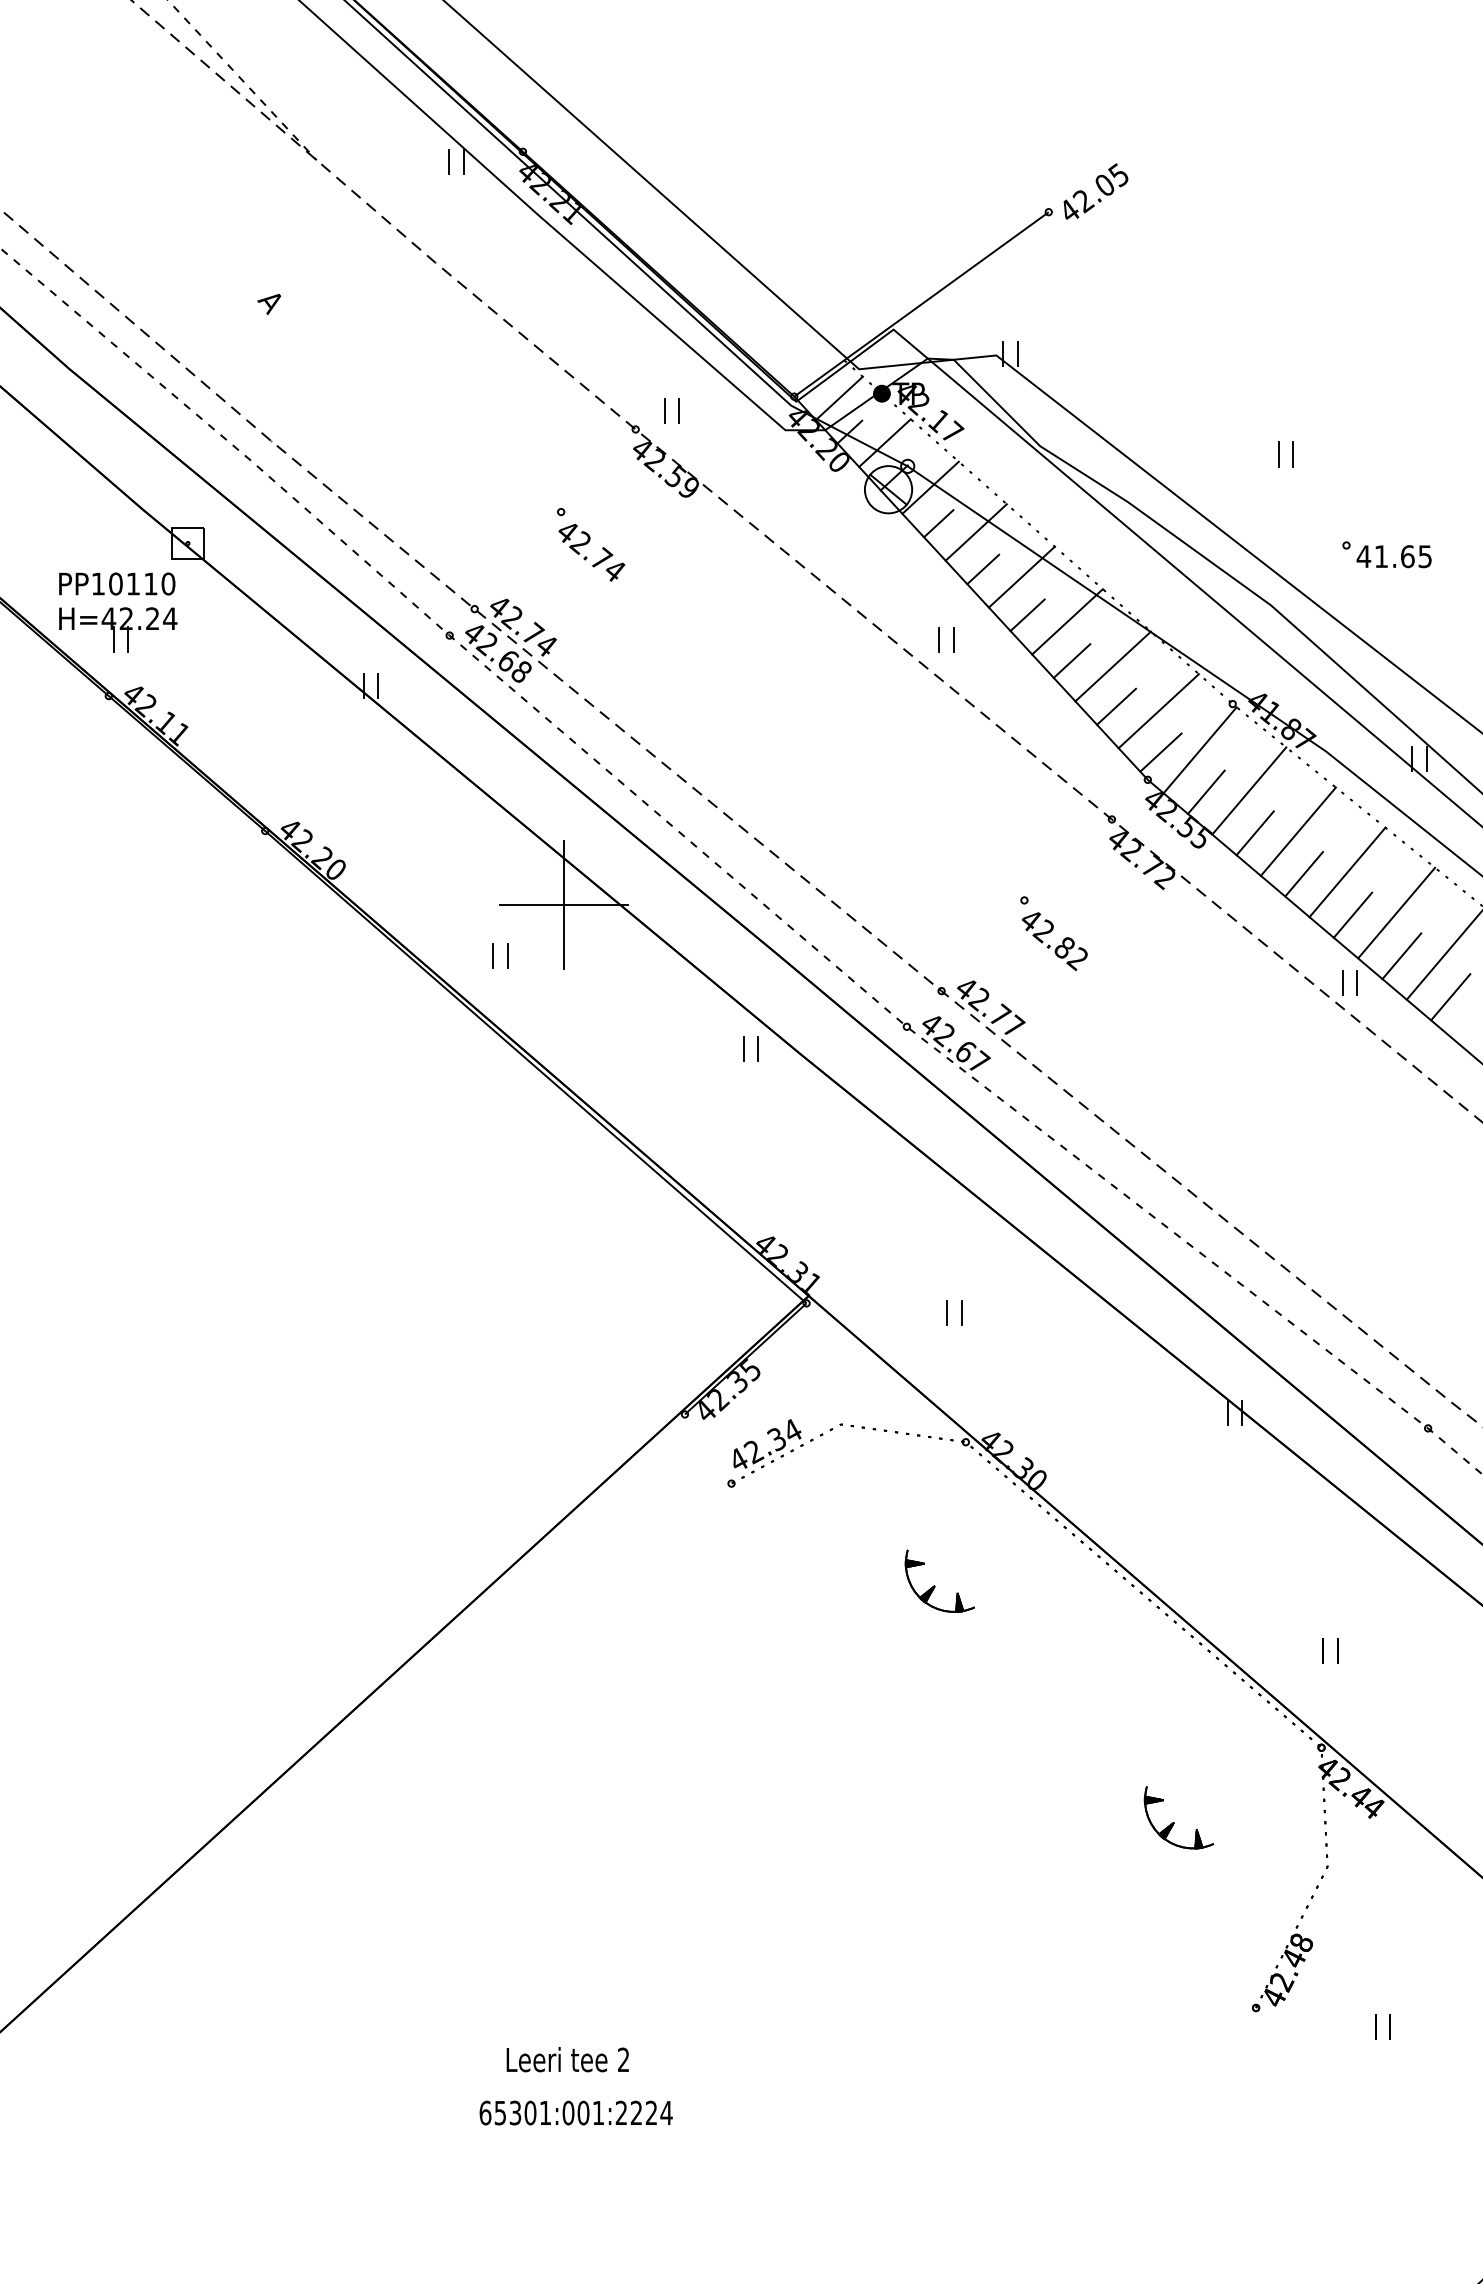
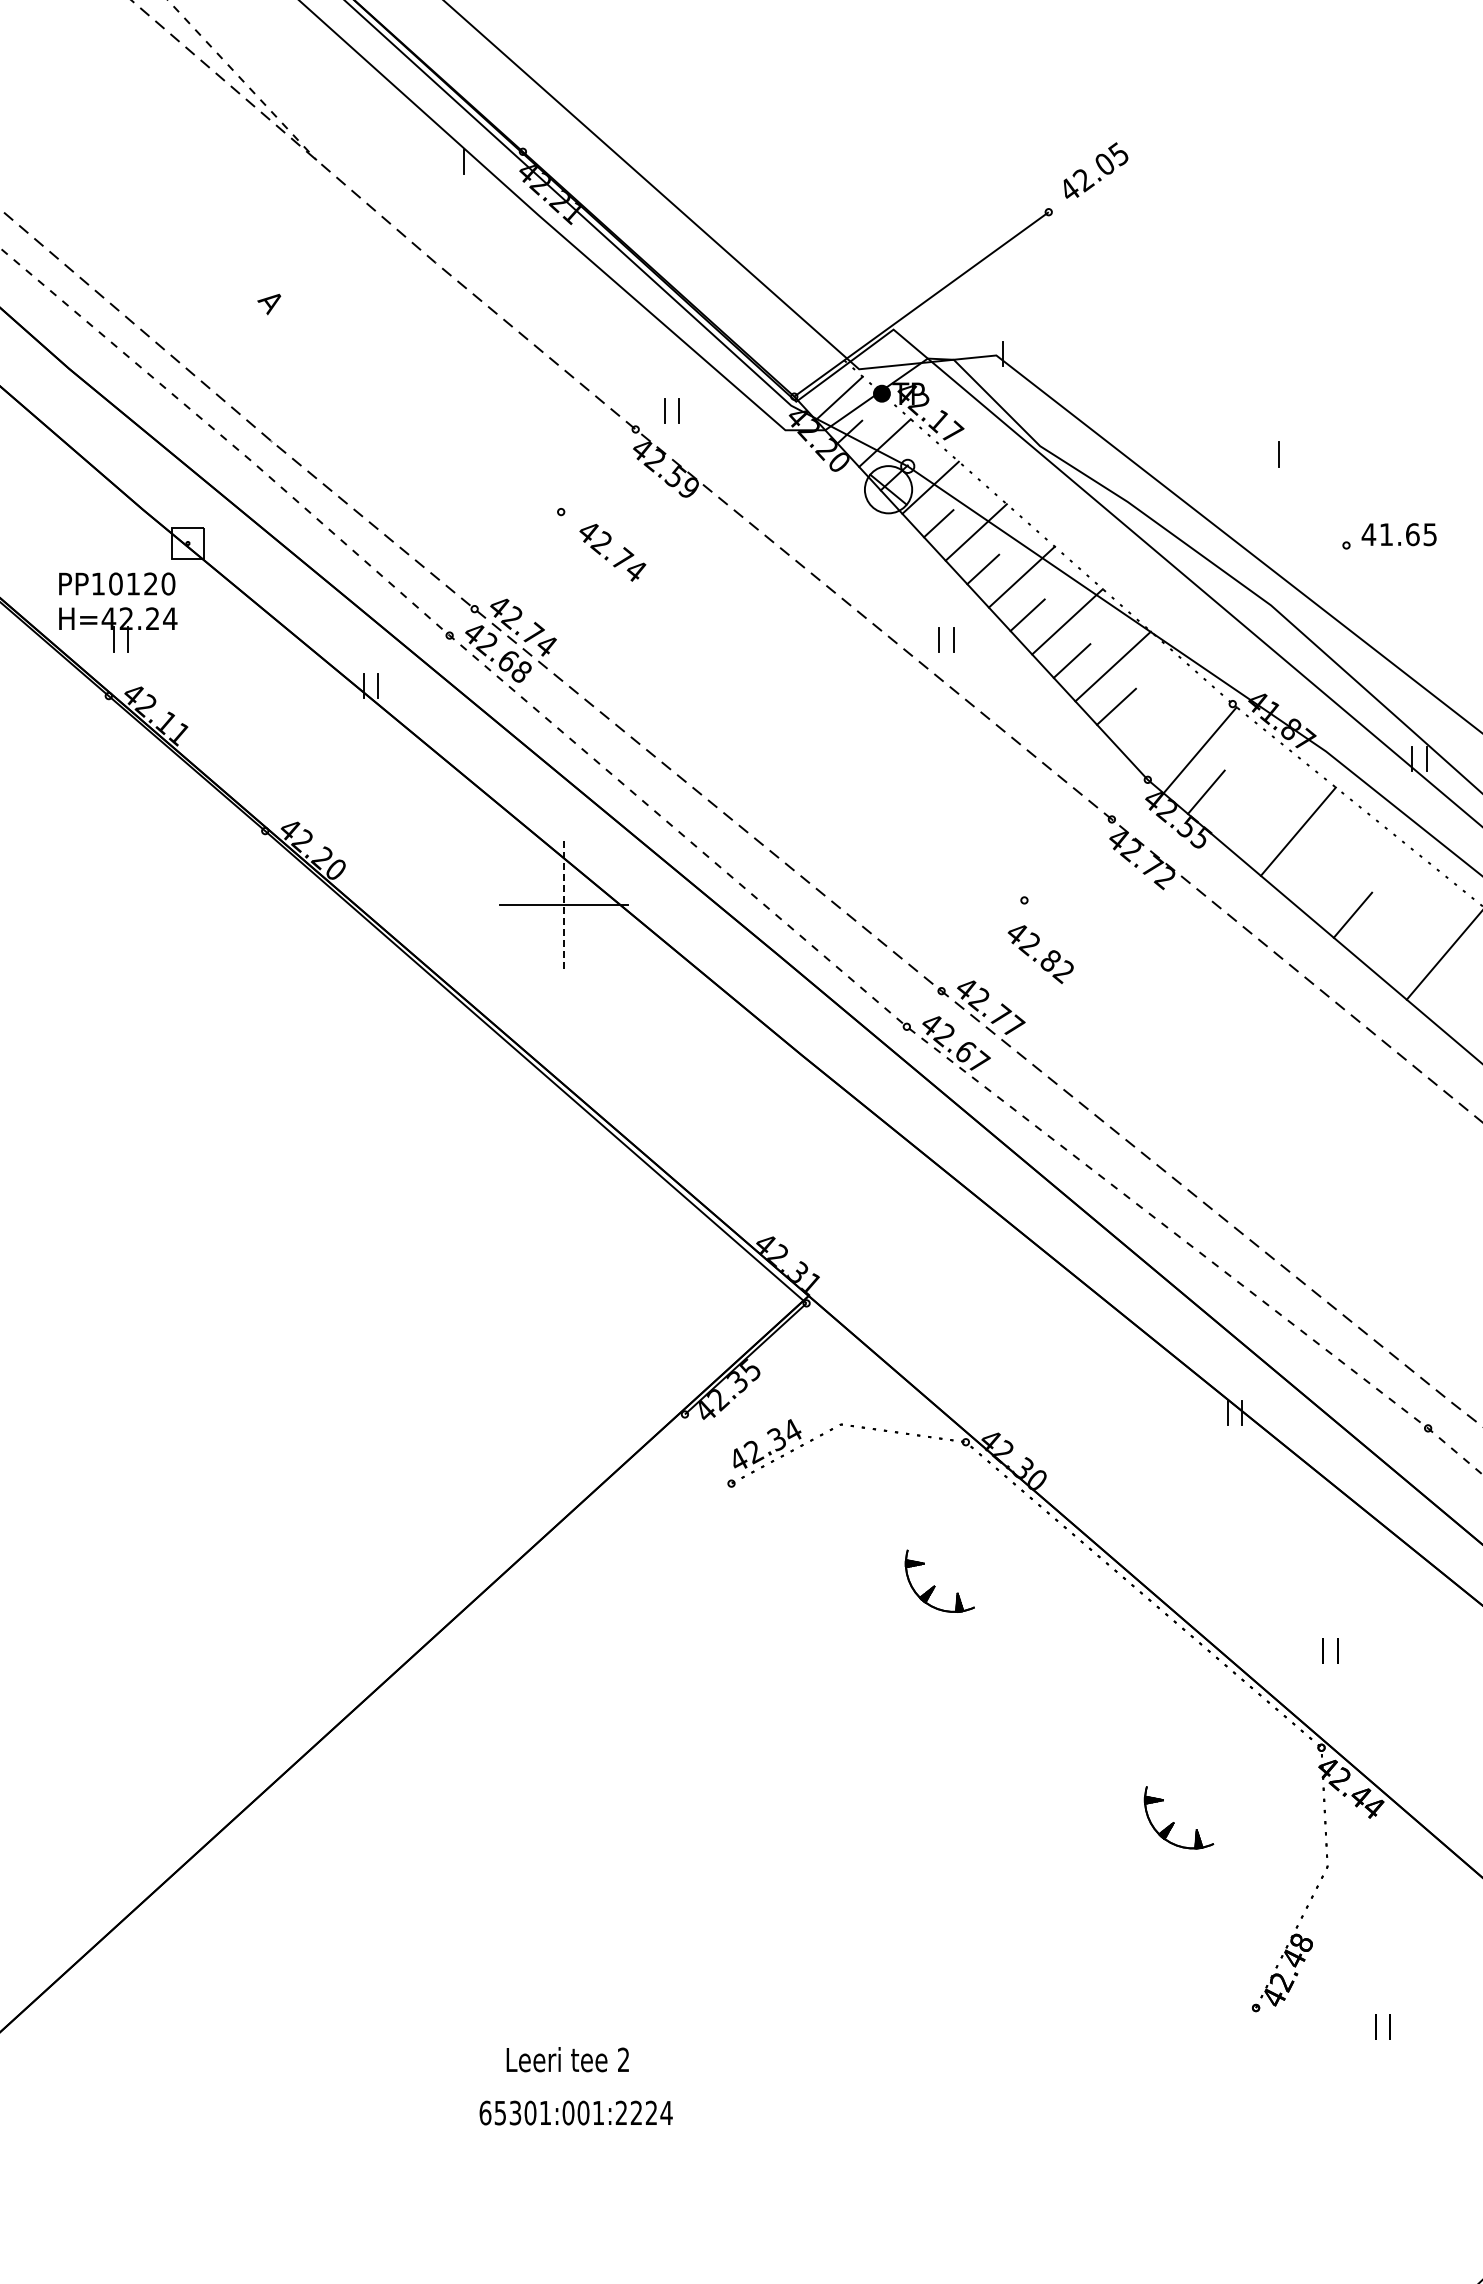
line at (449, 161): present -> none
text at (1095, 191) position: (1095, 191) -> (1095, 170)
line at (1017, 354): present -> none
line at (1293, 454): present -> none
text at (591, 552) position: (591, 552) -> (612, 552)
text at (1393, 556) position: (1393, 556) -> (1398, 534)
text at (150, 583): PP10110 -> PP10120
line at (1158, 711): present -> none
line at (1160, 752): present -> none
line at (1249, 790): present -> none
line at (1254, 833): present -> none
line at (1347, 872): present -> none
line at (1303, 874): present -> none
line at (563, 904): solid -> dashed
line at (1396, 912): present -> none
text at (1054, 941) position: (1054, 941) -> (1040, 954)
line at (493, 955): present -> none
line at (507, 955): present -> none
line at (1401, 956): present -> none
line at (1342, 982): present -> none
line at (1357, 982): present -> none
line at (1450, 997): present -> none
line at (743, 1049): present -> none
line at (758, 1049): present -> none
line at (947, 1312): present -> none
line at (961, 1312): present -> none
